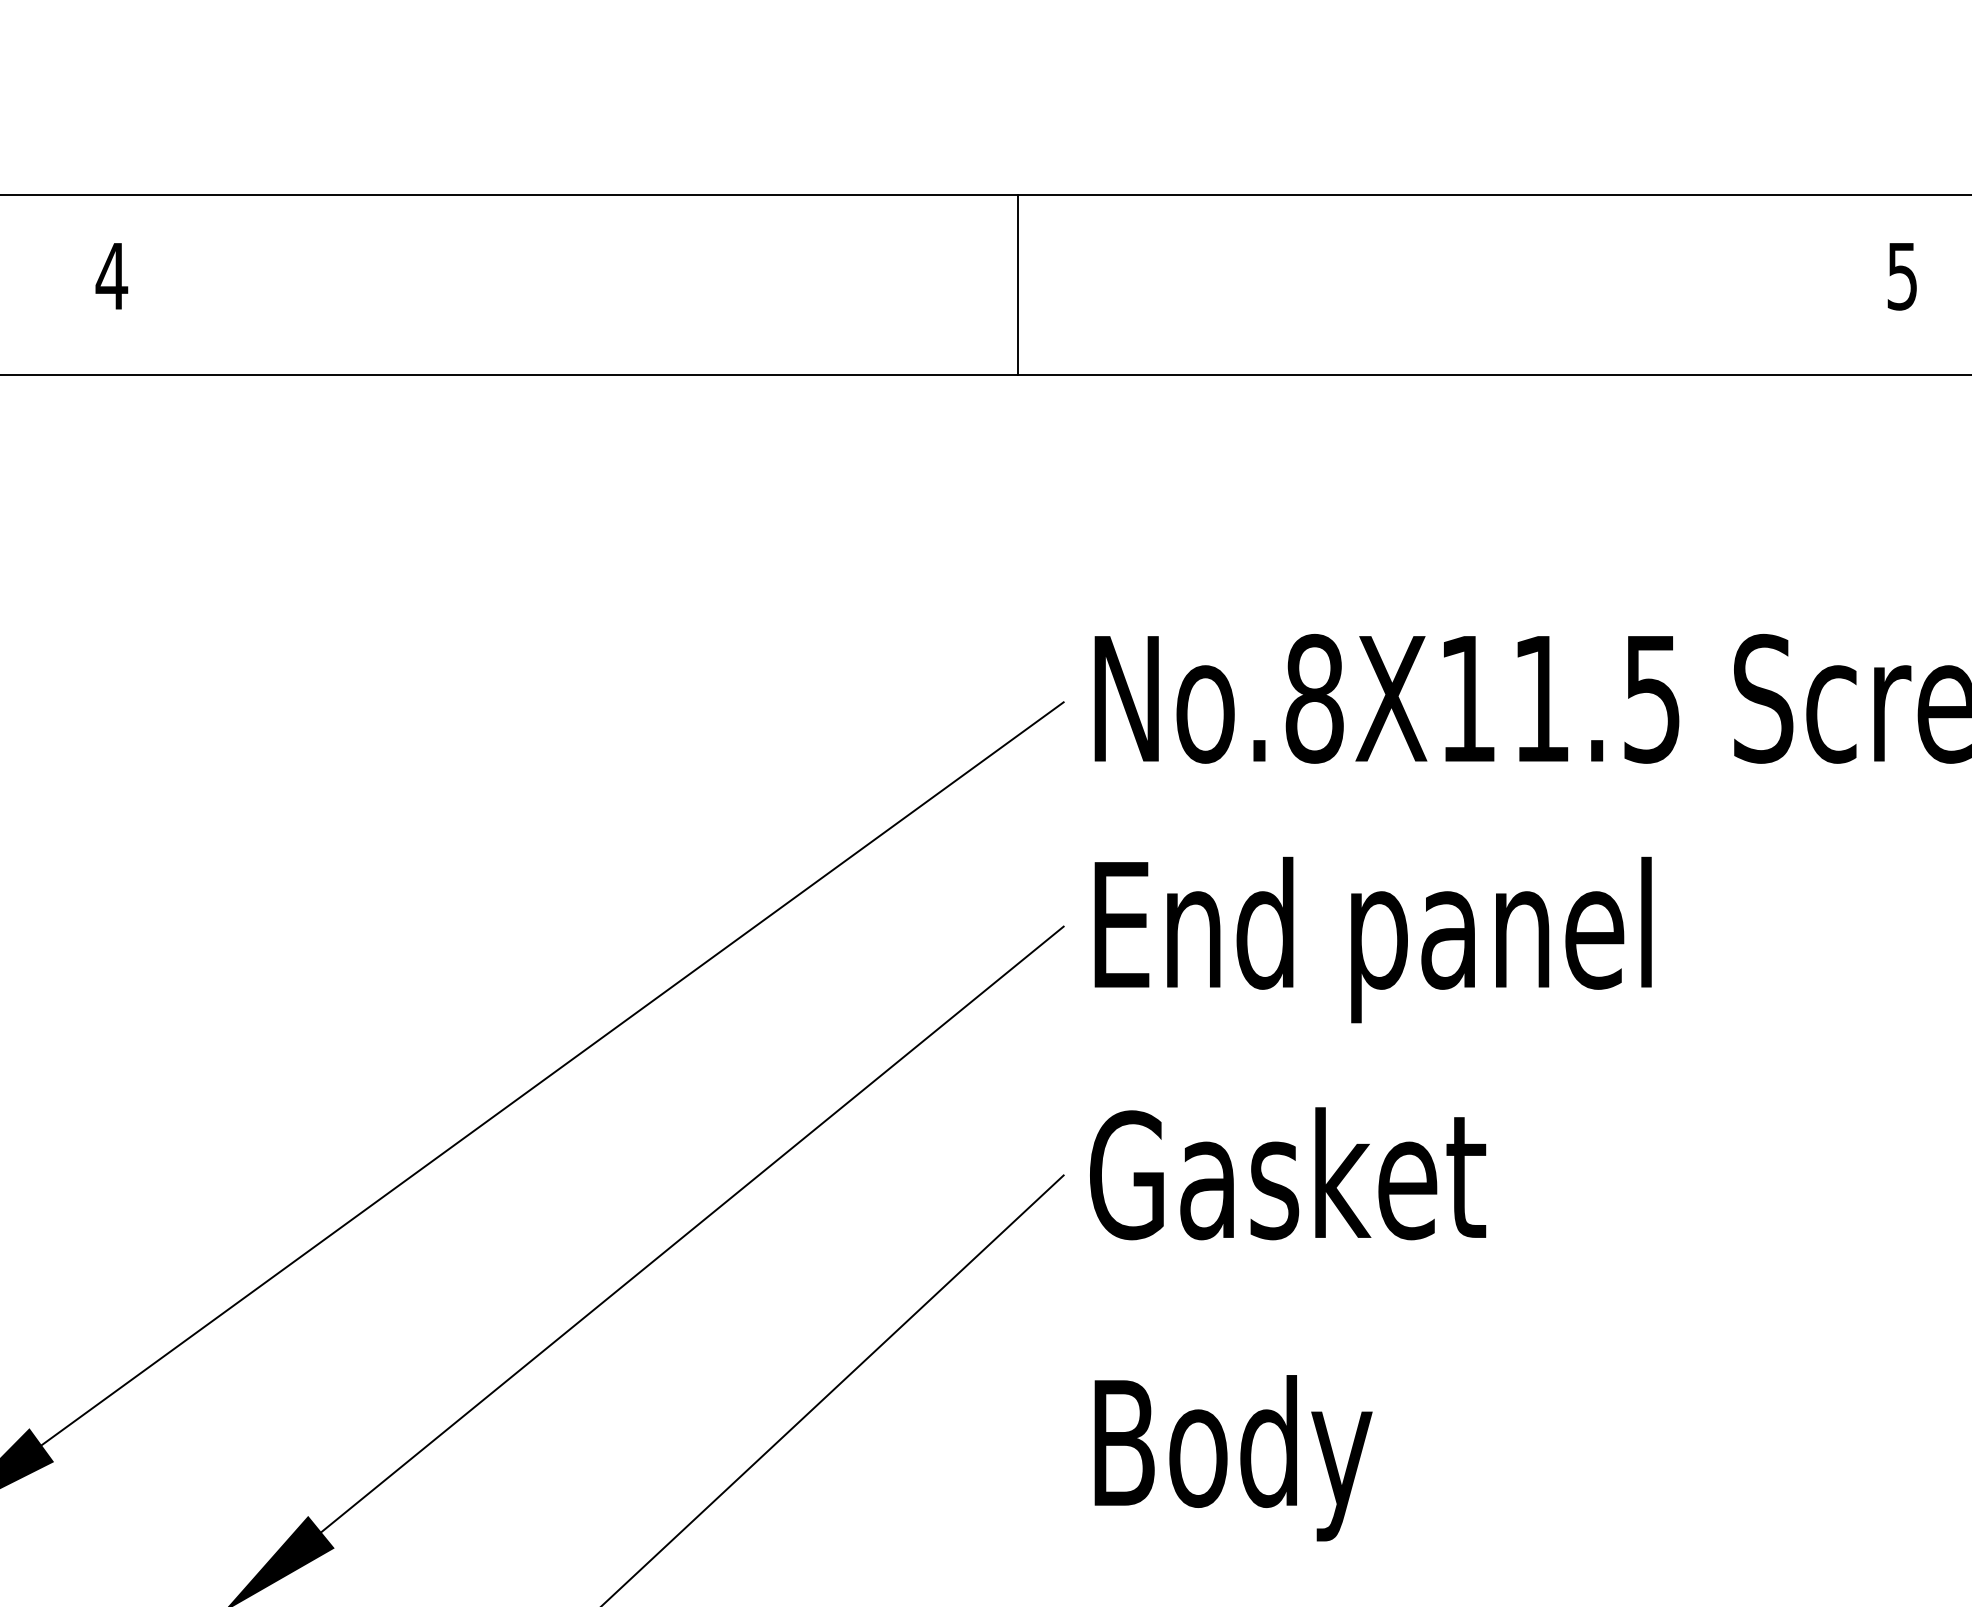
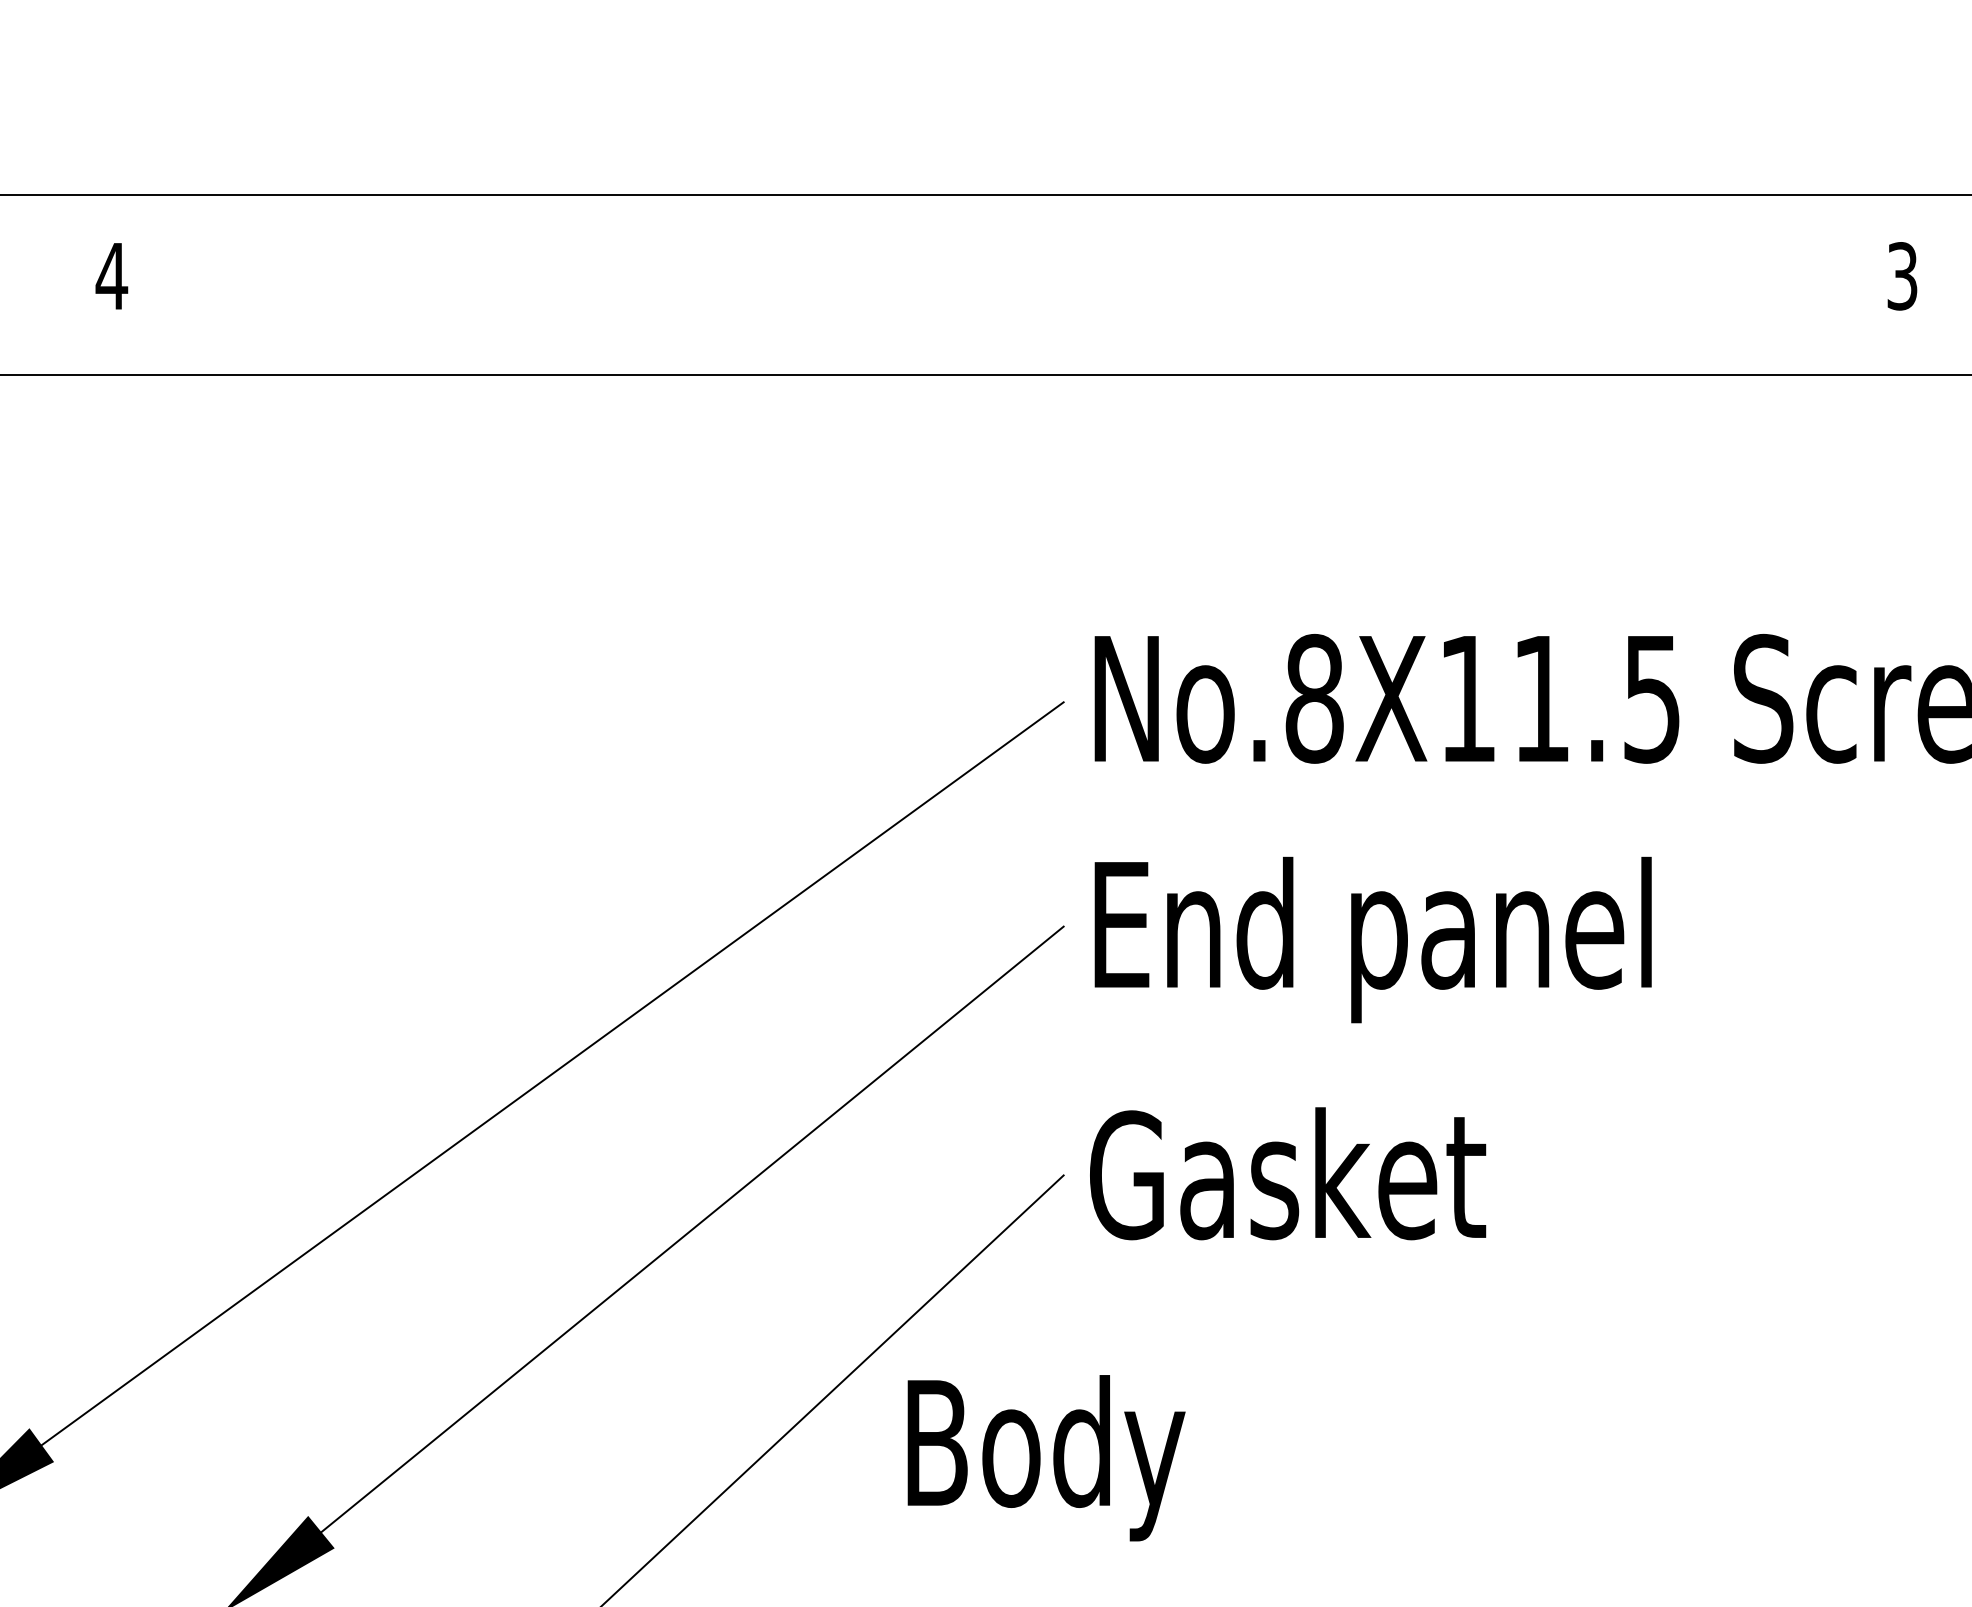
text at (1902, 276): 5 -> 3
line at (1017, 284): present -> none
text at (1233, 1458) position: (1233, 1458) -> (1046, 1458)
